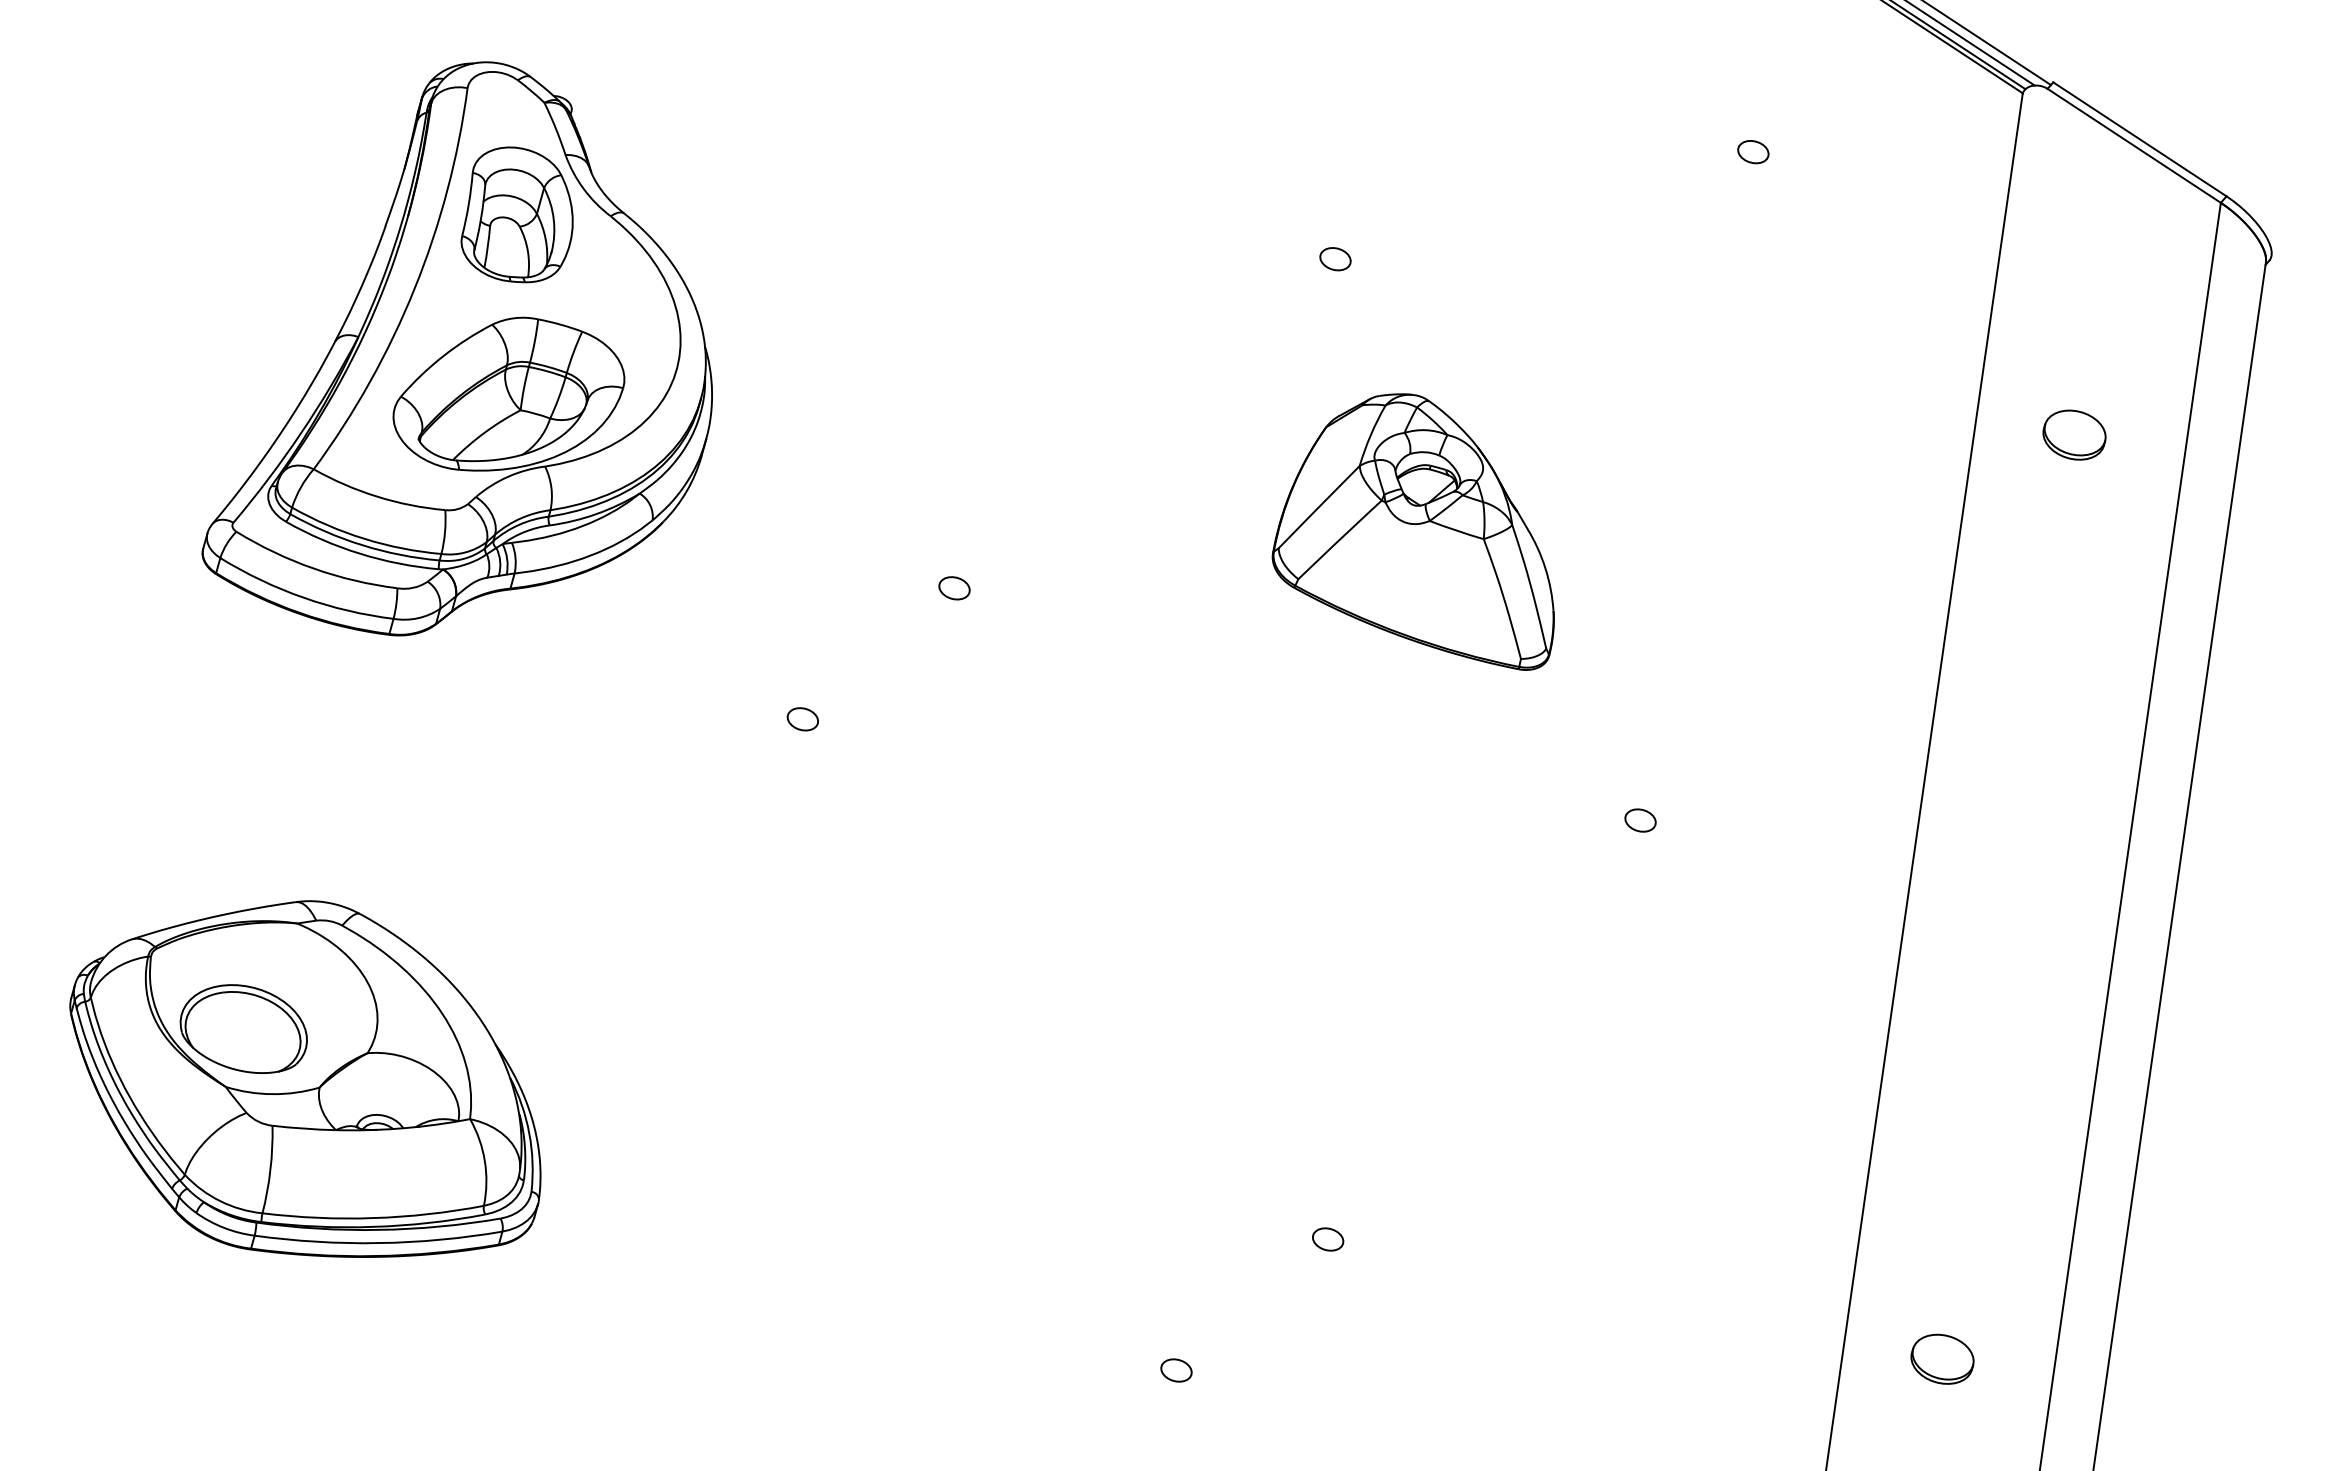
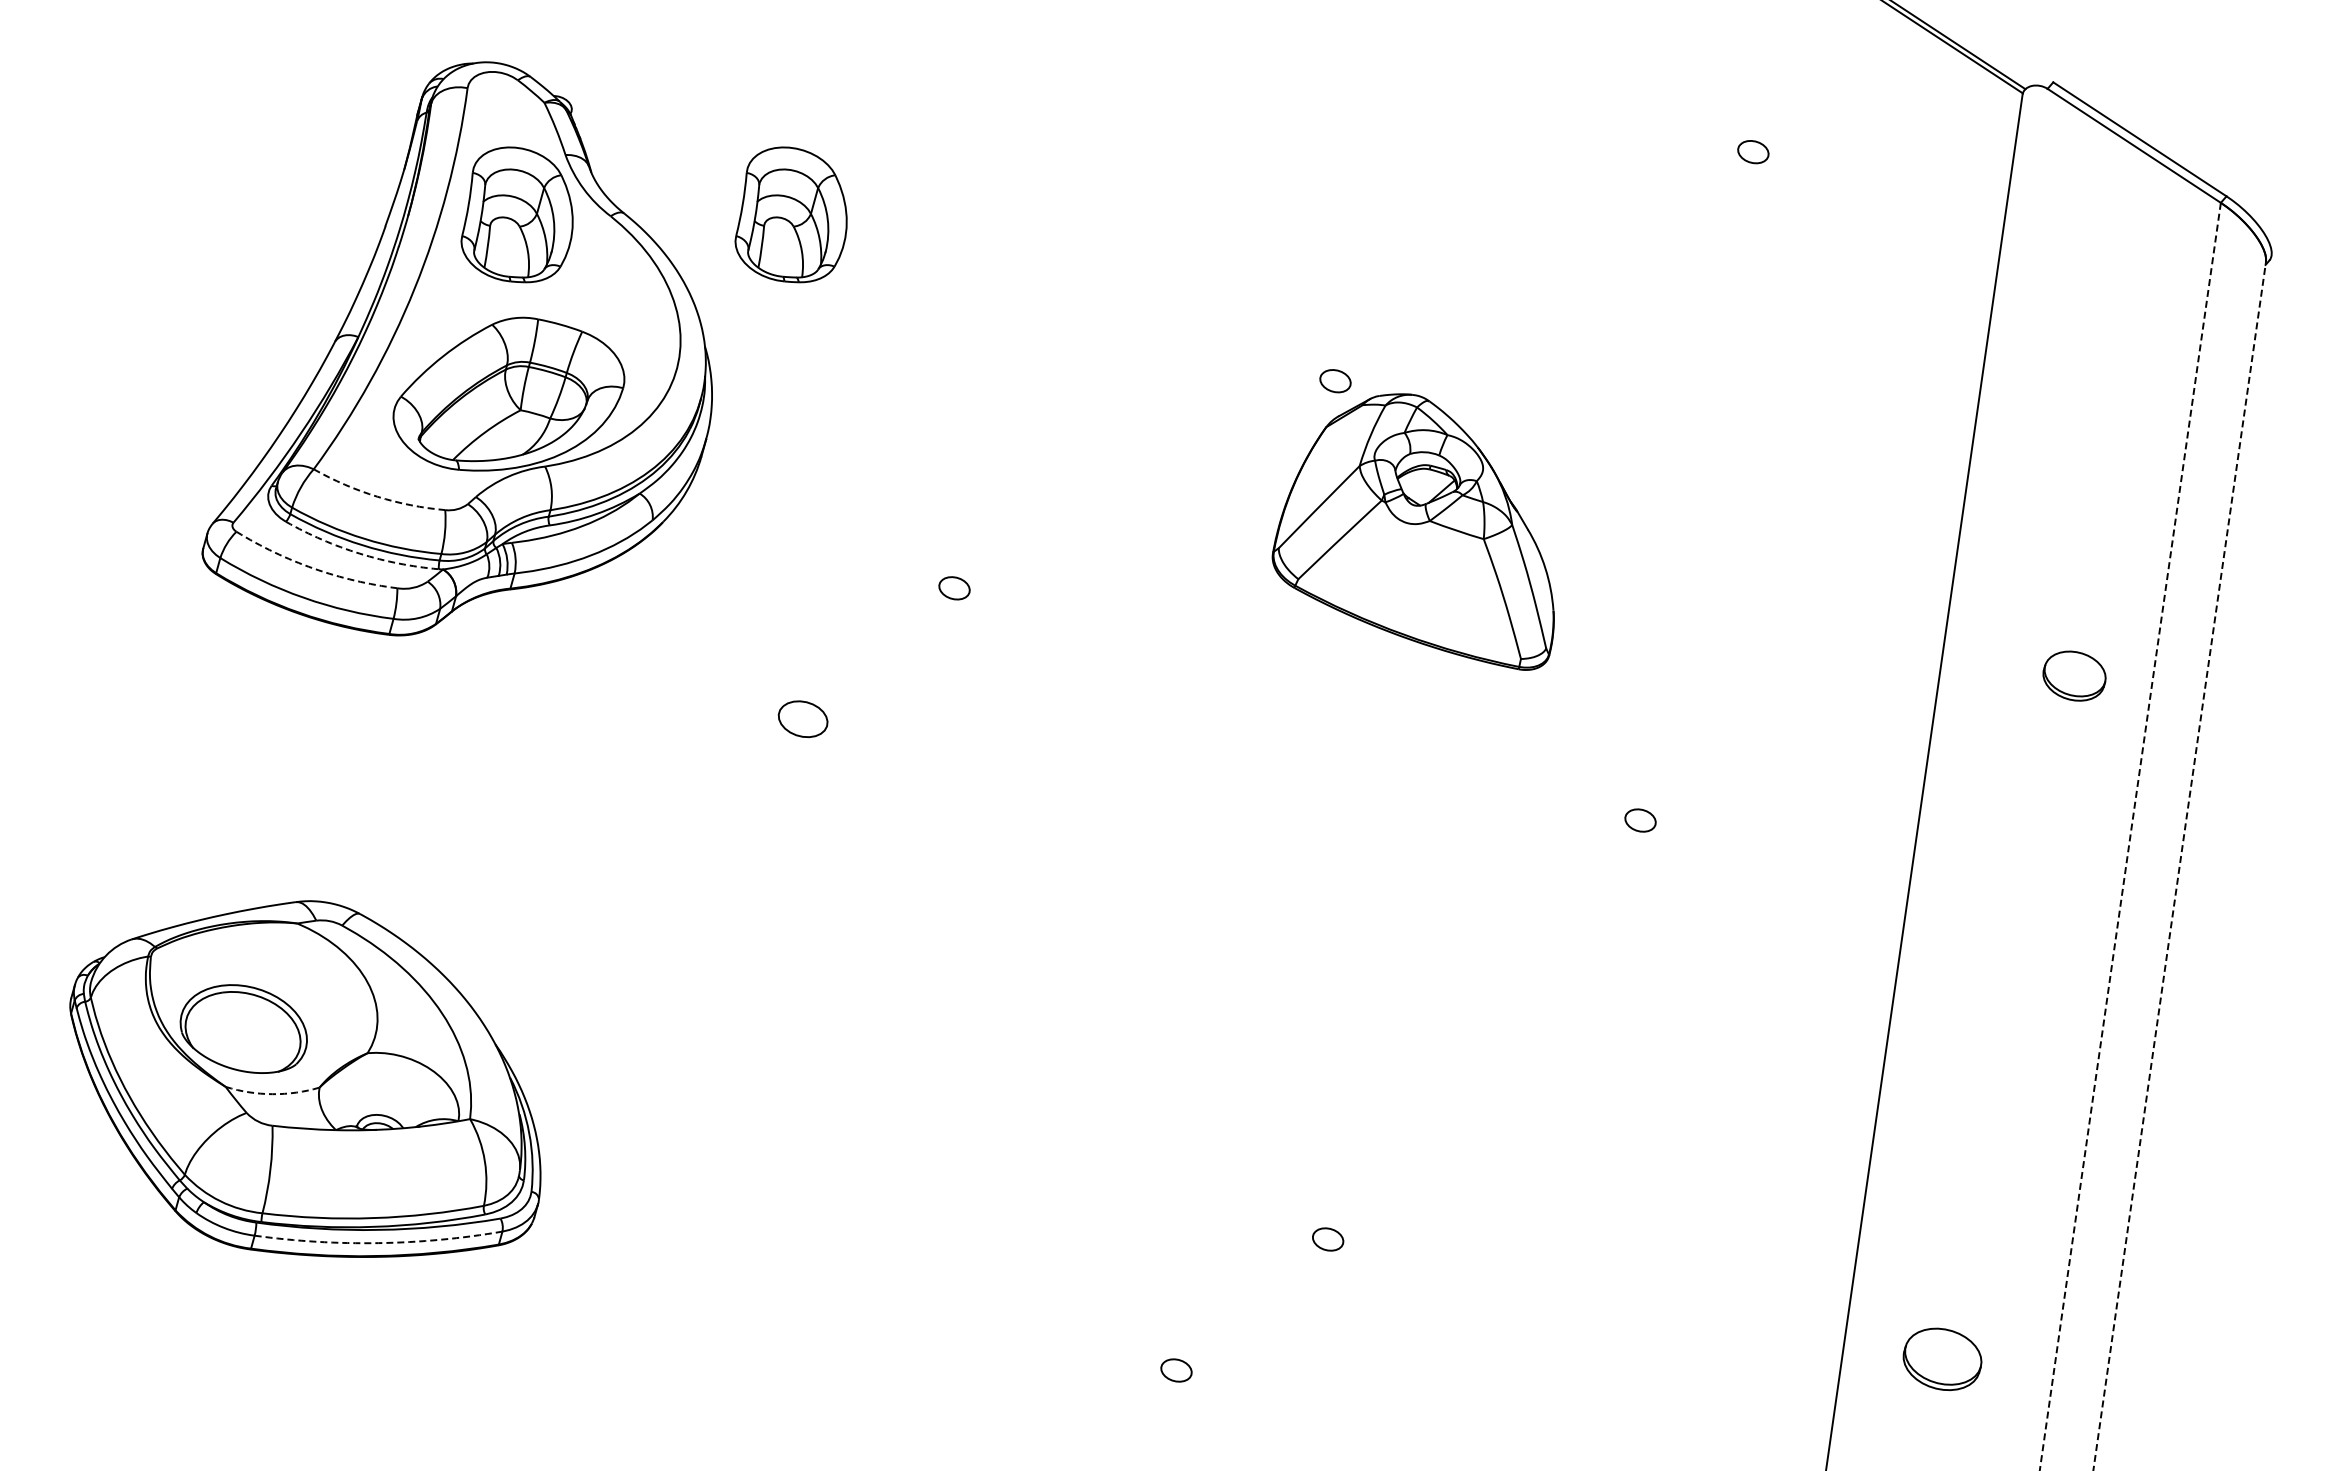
line at (1971, 43): present -> none
line at (1987, 43): present -> none
part at (790, 214): none -> present
part at (1335, 259) position: (1335, 259) -> (1335, 381)
part at (2074, 434) position: (2074, 434) -> (2074, 675)
arc at (377, 496): solid -> dashed
arc at (359, 553): solid -> dashed
arc at (313, 568): solid -> dashed
part at (802, 719) size: 33x25 px -> 52x39 px
line at (2130, 837): solid -> dashed
line at (2179, 865): solid -> dashed
arc at (272, 1094): solid -> dashed
arc at (378, 1243): solid -> dashed
part at (1942, 1358) size: 65x52 px -> 81x65 px
